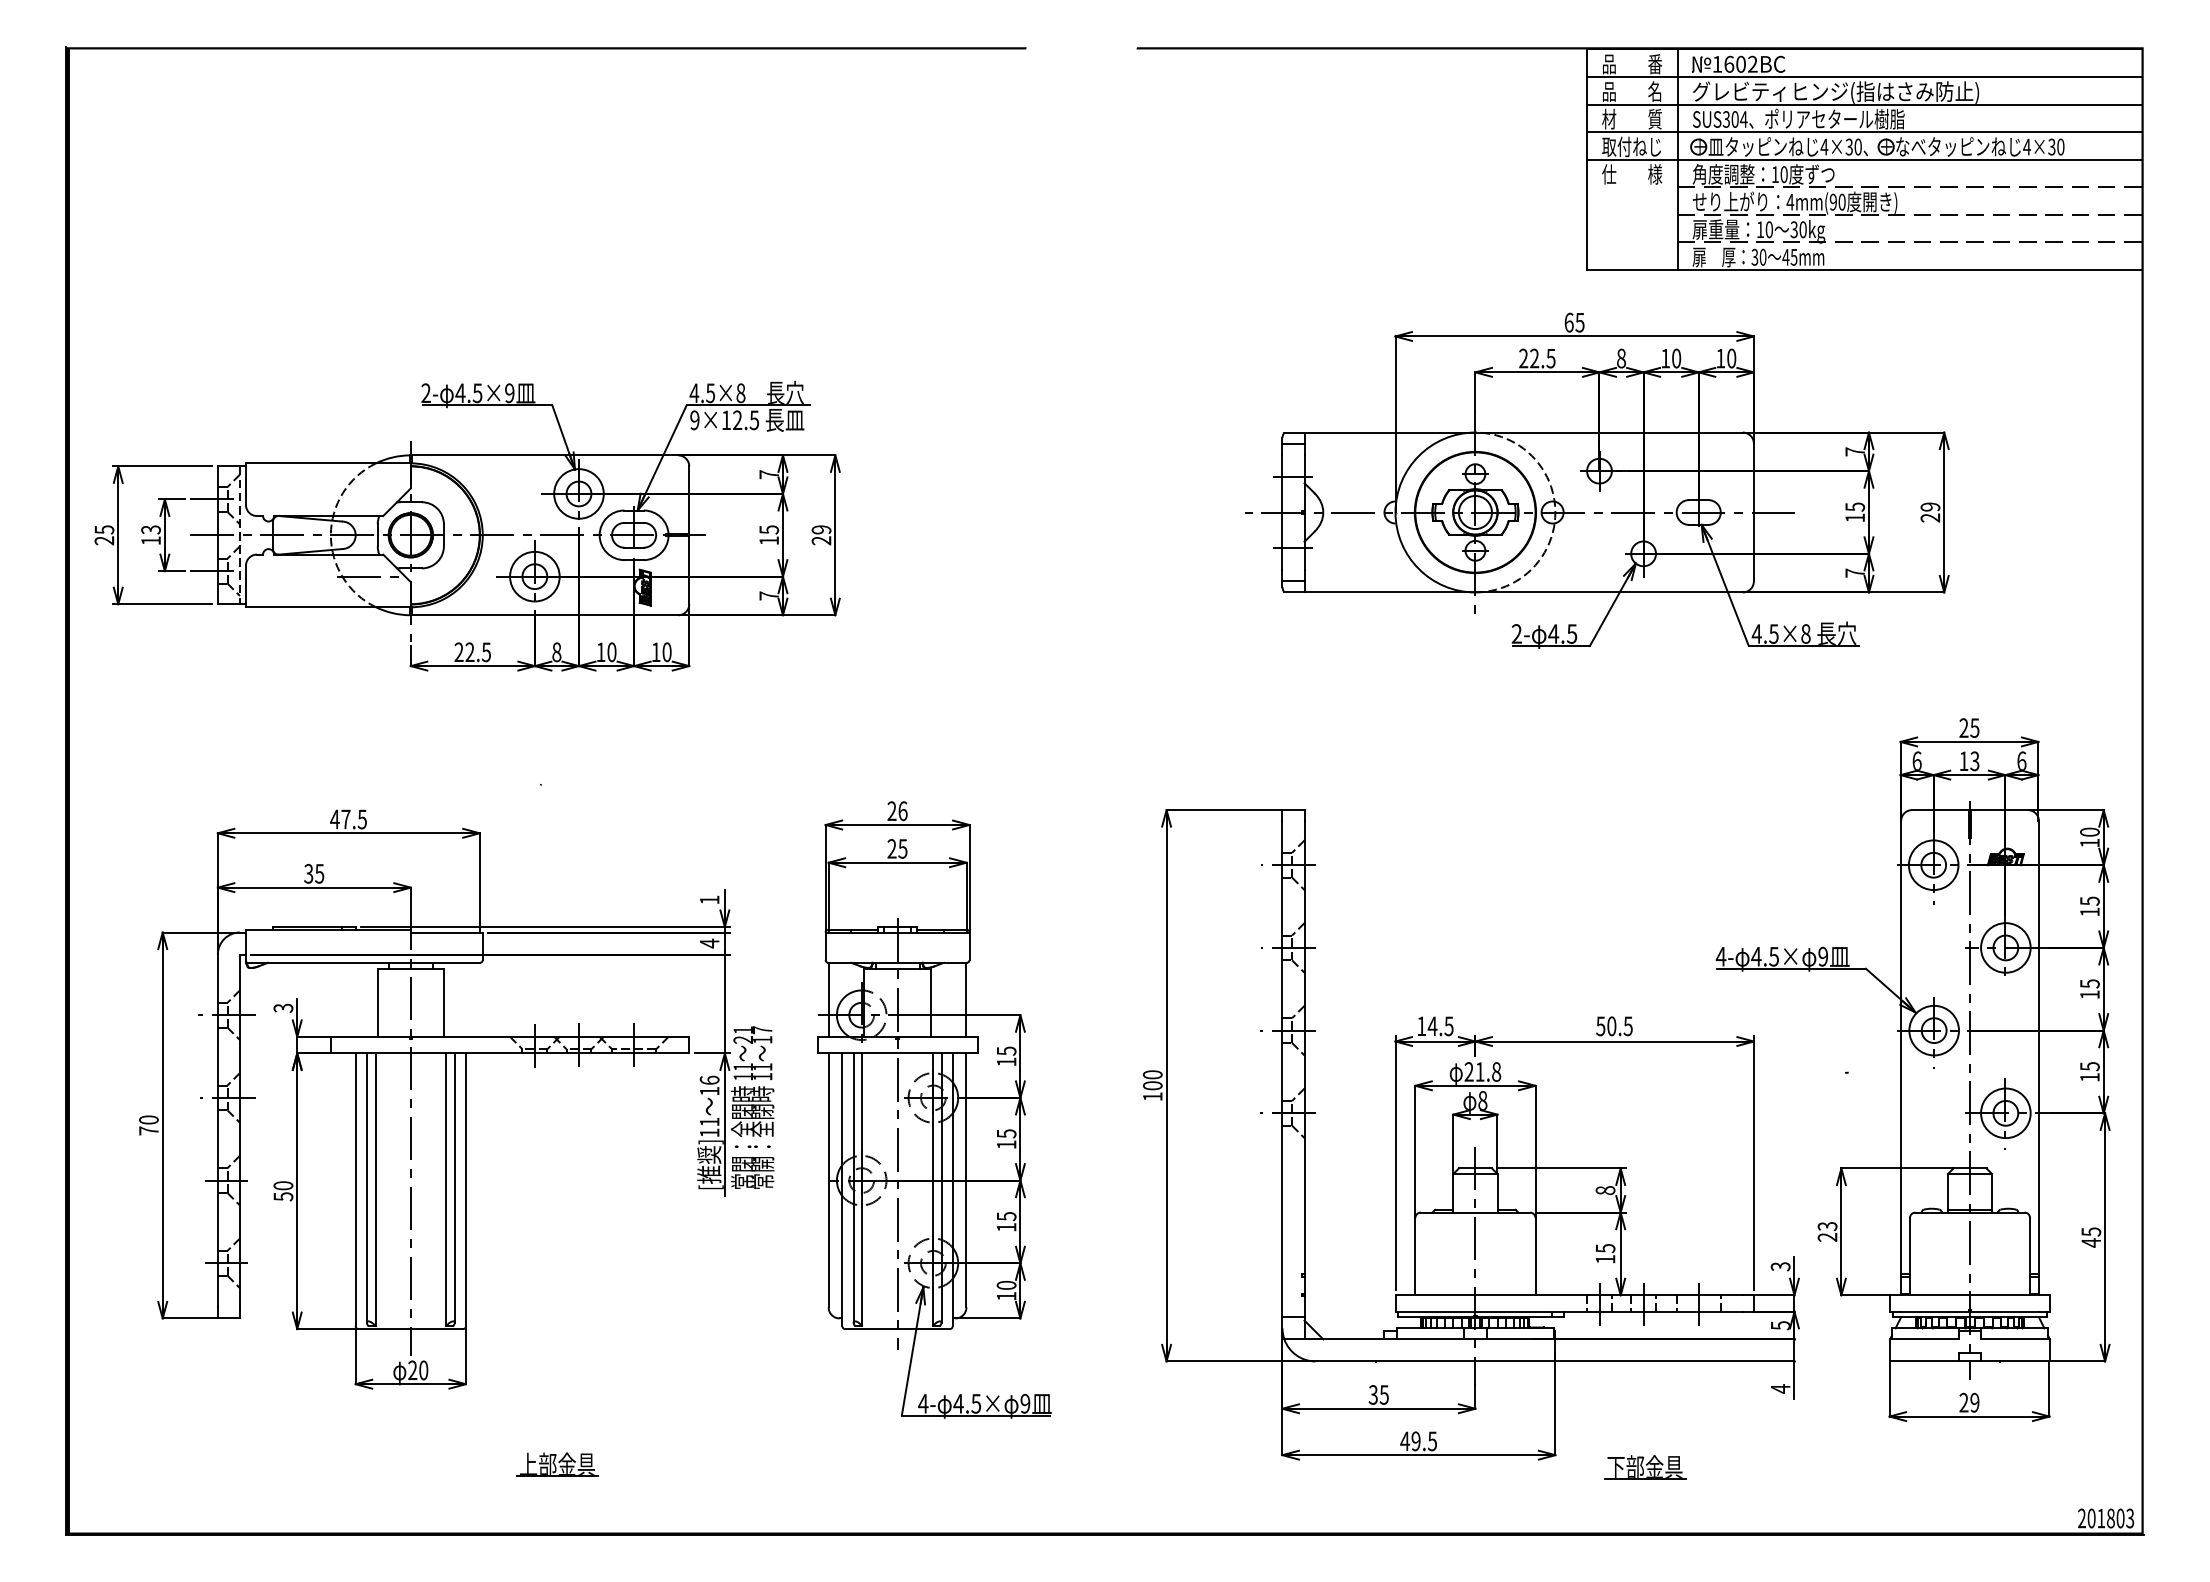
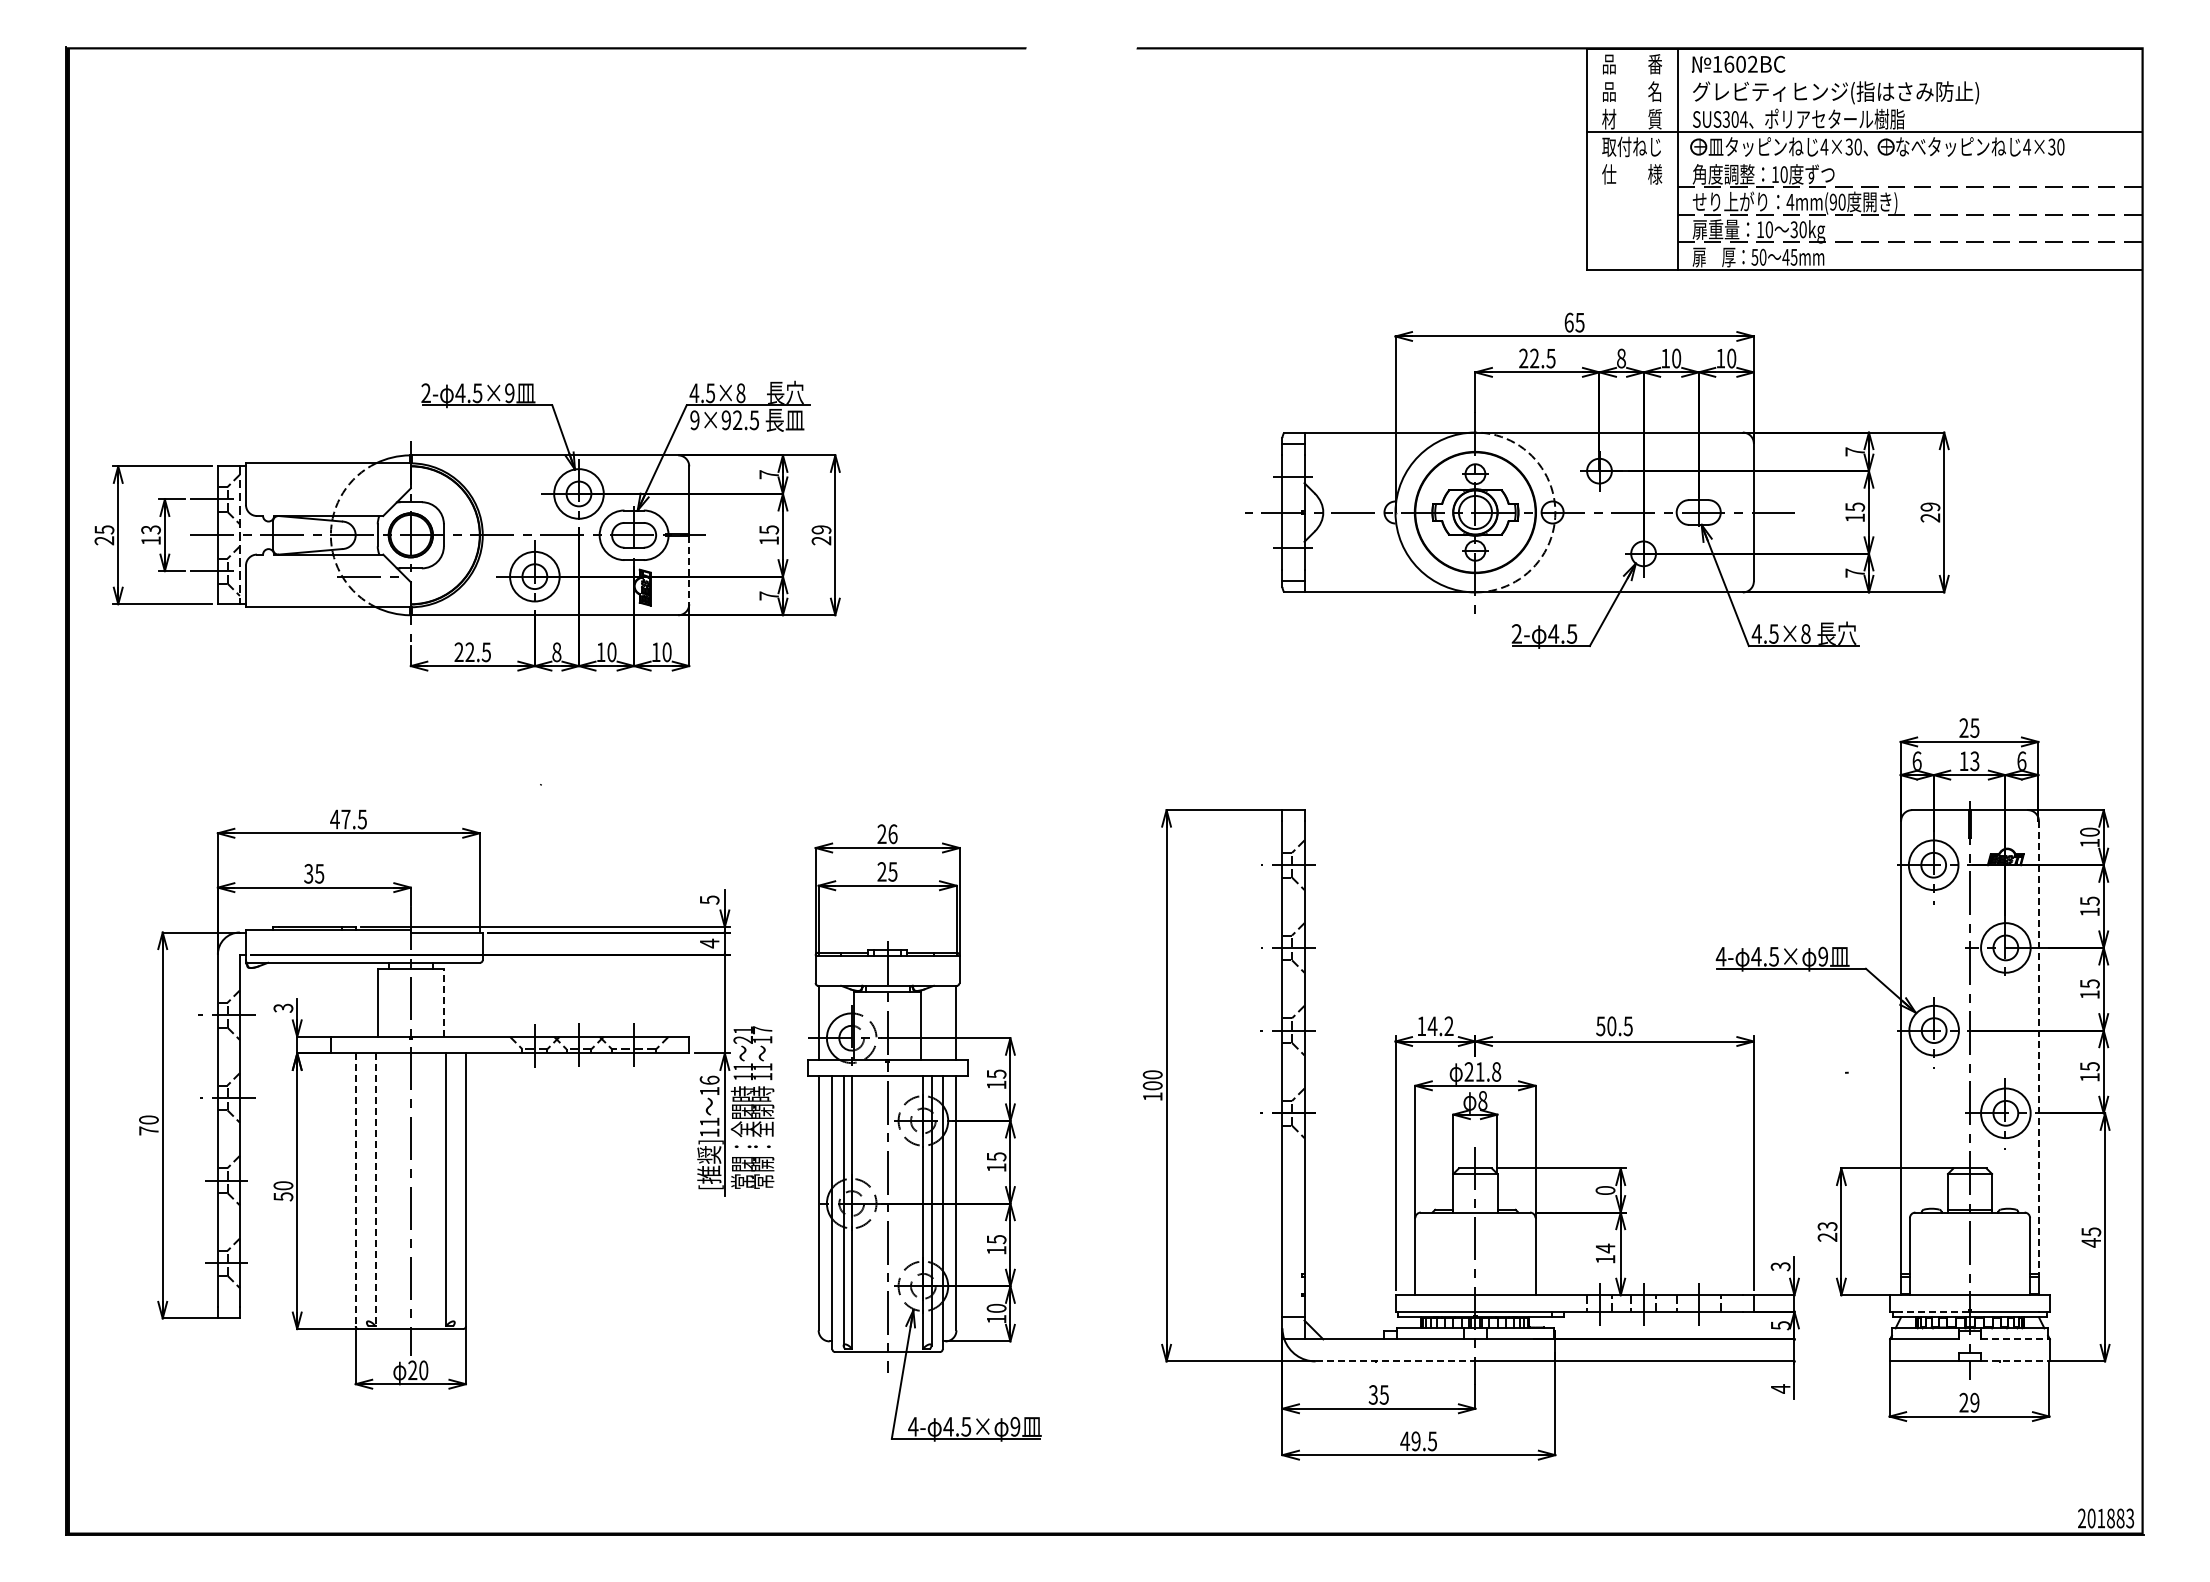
line at (1864, 77): present -> none
line at (1864, 104): present -> none
line at (1864, 159): present -> none
text at (1755, 256): 30 -> 50
text at (725, 420): 9×12.5 -> 9×92.5
line at (689, 570): solid -> dashed
text at (709, 899): 1 -> 5
line at (443, 1002): solid -> dashed
text at (1448, 1026): 14.5 -> 14.2
line at (2038, 1047): solid -> dashed
part at (934, 1109) position: (934, 1109) -> (924, 1132)
line at (366, 1187): present -> none
line at (454, 1187): present -> none
line at (355, 1190): solid -> dashed
line at (375, 1190): solid -> dashed
text at (1605, 1190): 8 -> 0
text at (1605, 1248): 15 -> 14
line at (1935, 1311): solid -> dashed
line at (2016, 1339): solid -> dashed
line at (1395, 1361): solid -> dashed
line at (2016, 1361): solid -> dashed
part at (557, 1464): present -> none
part at (1645, 1467): present -> none
text at (2120, 1518): 201803 -> 201883
